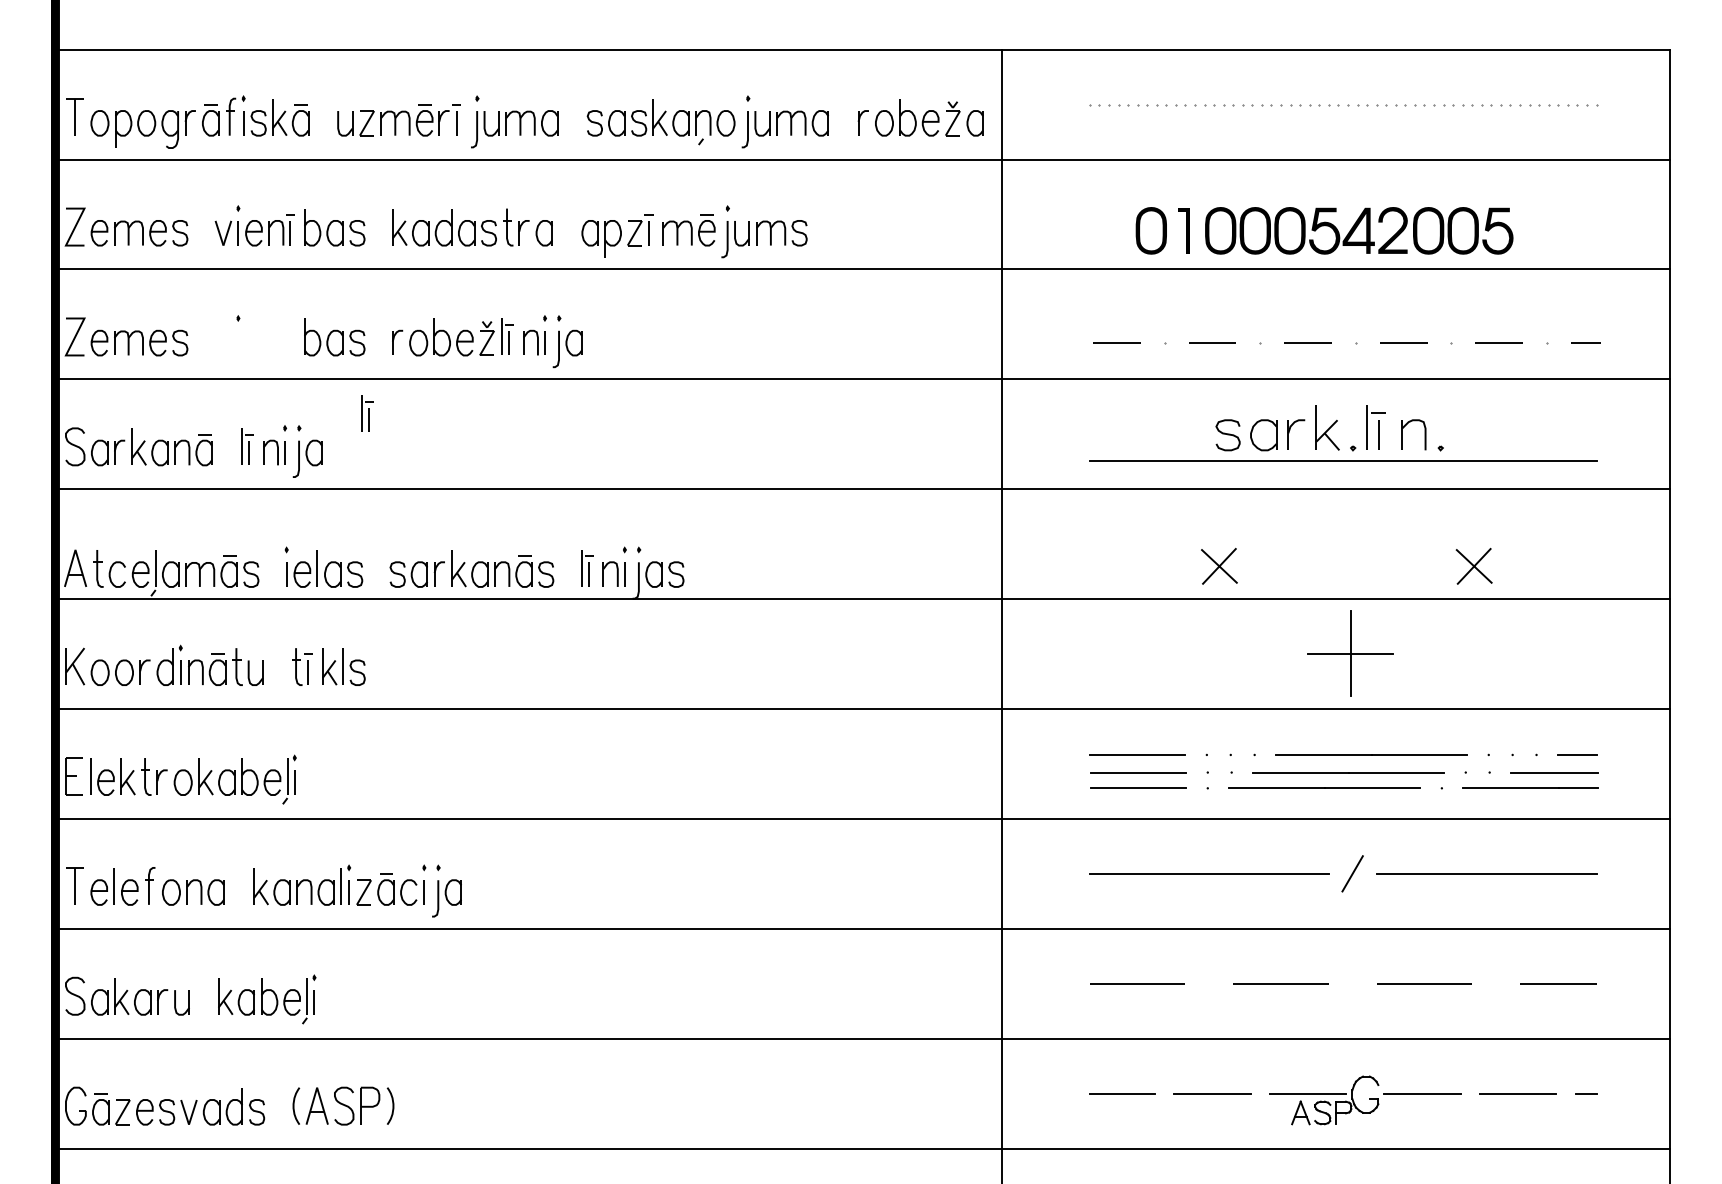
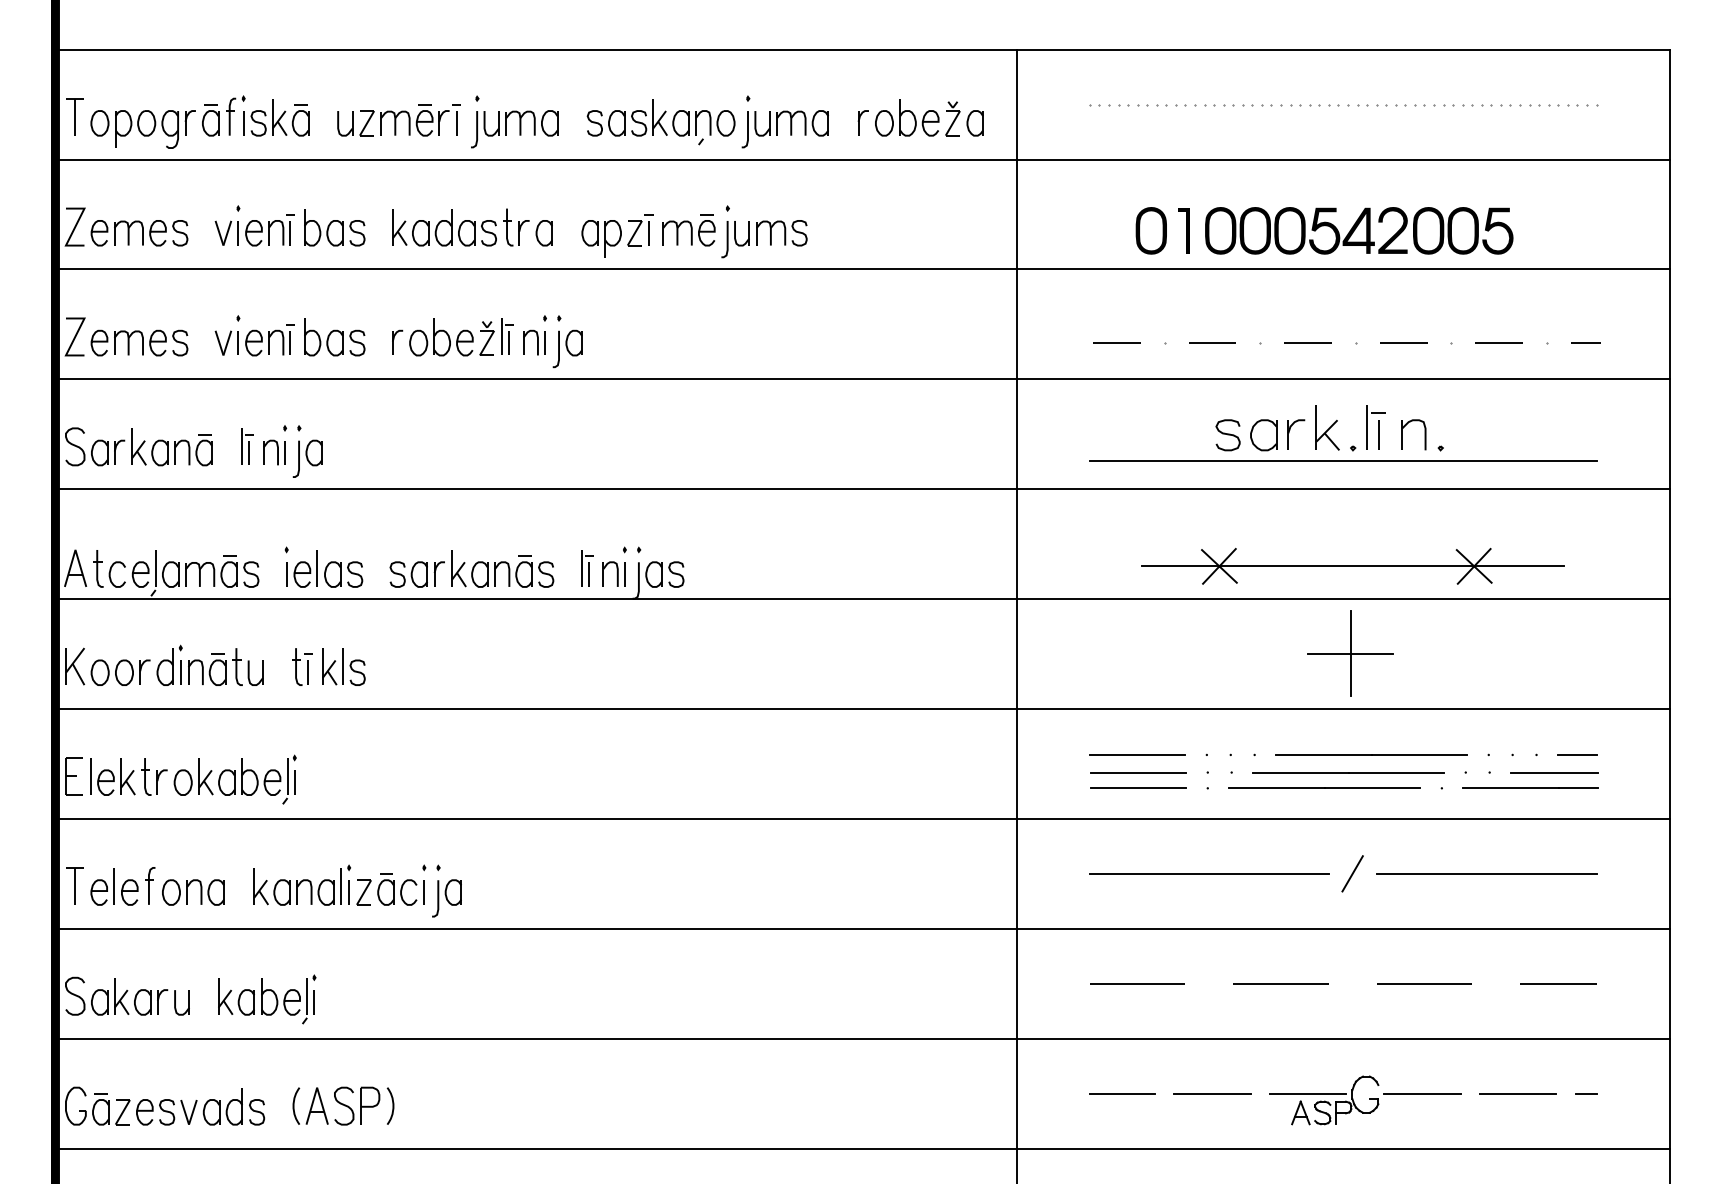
part at (254, 340): none -> present
part at (367, 413): present -> none
line at (1352, 566): none -> present
line at (1001, 614) position: (1001, 614) -> (1016, 614)
